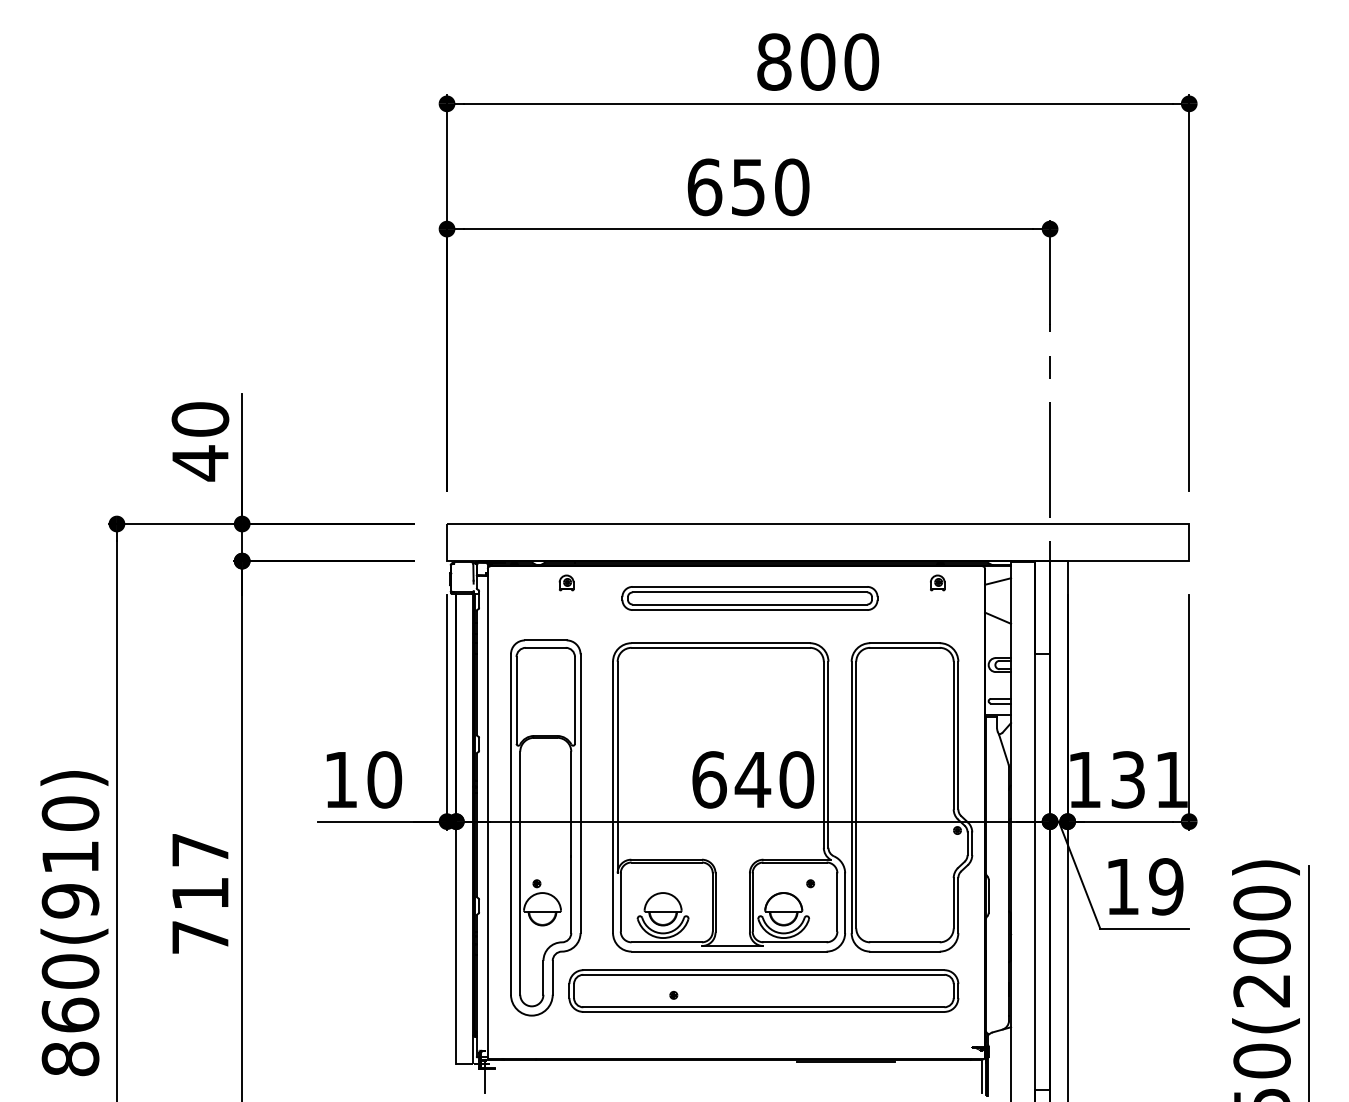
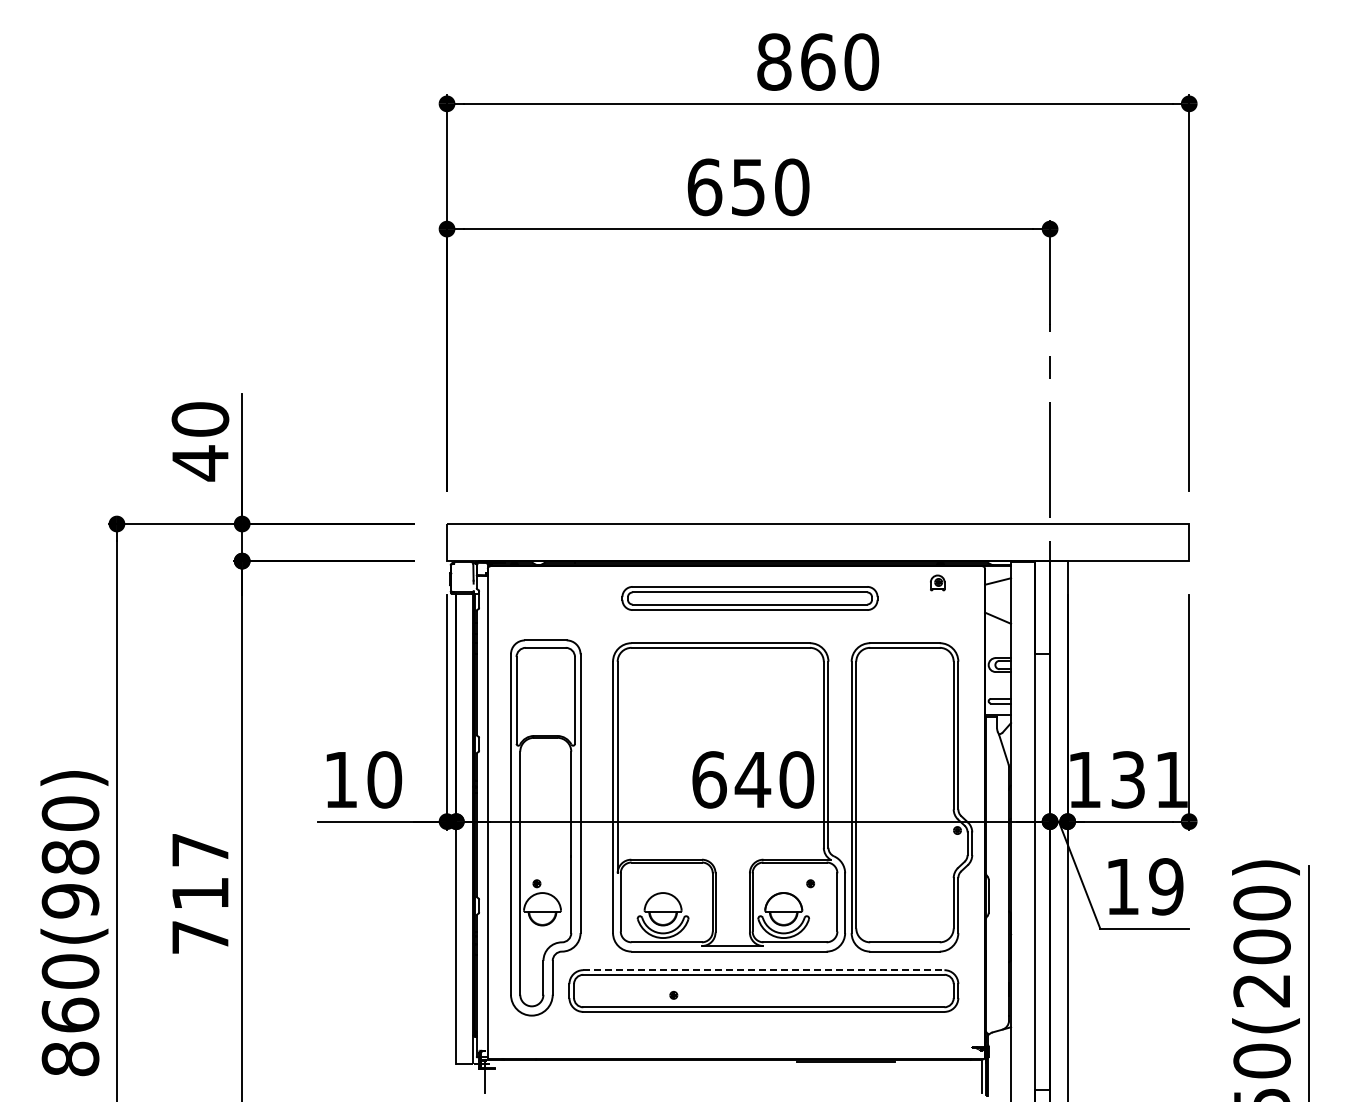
text at (817, 61): 800 -> 860
part at (566, 582): present -> none
text at (70, 857): 860(910) -> 860(980)
line at (763, 970): solid -> dashed
